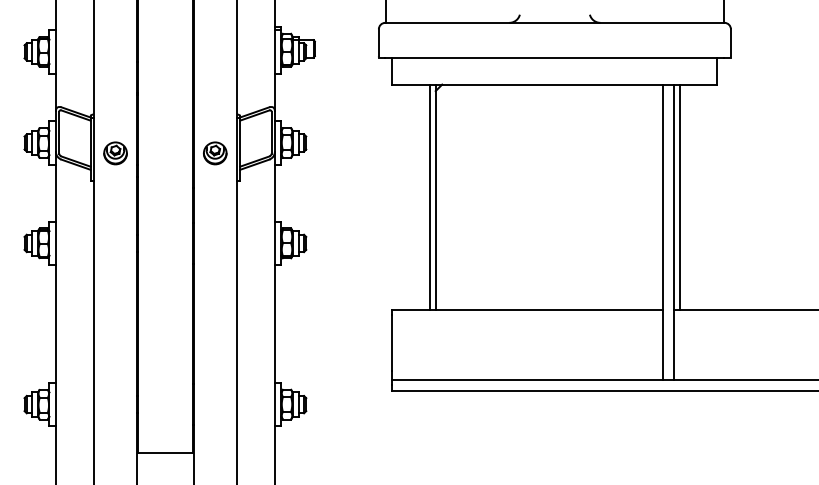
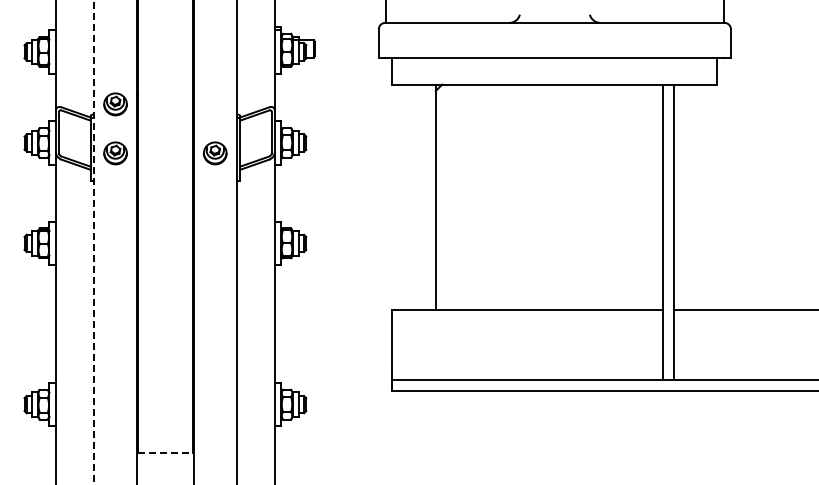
part at (115, 104): none -> present
line at (430, 196): present -> none
line at (679, 196): present -> none
line at (93, 242): solid -> dashed
line at (165, 452): solid -> dashed
